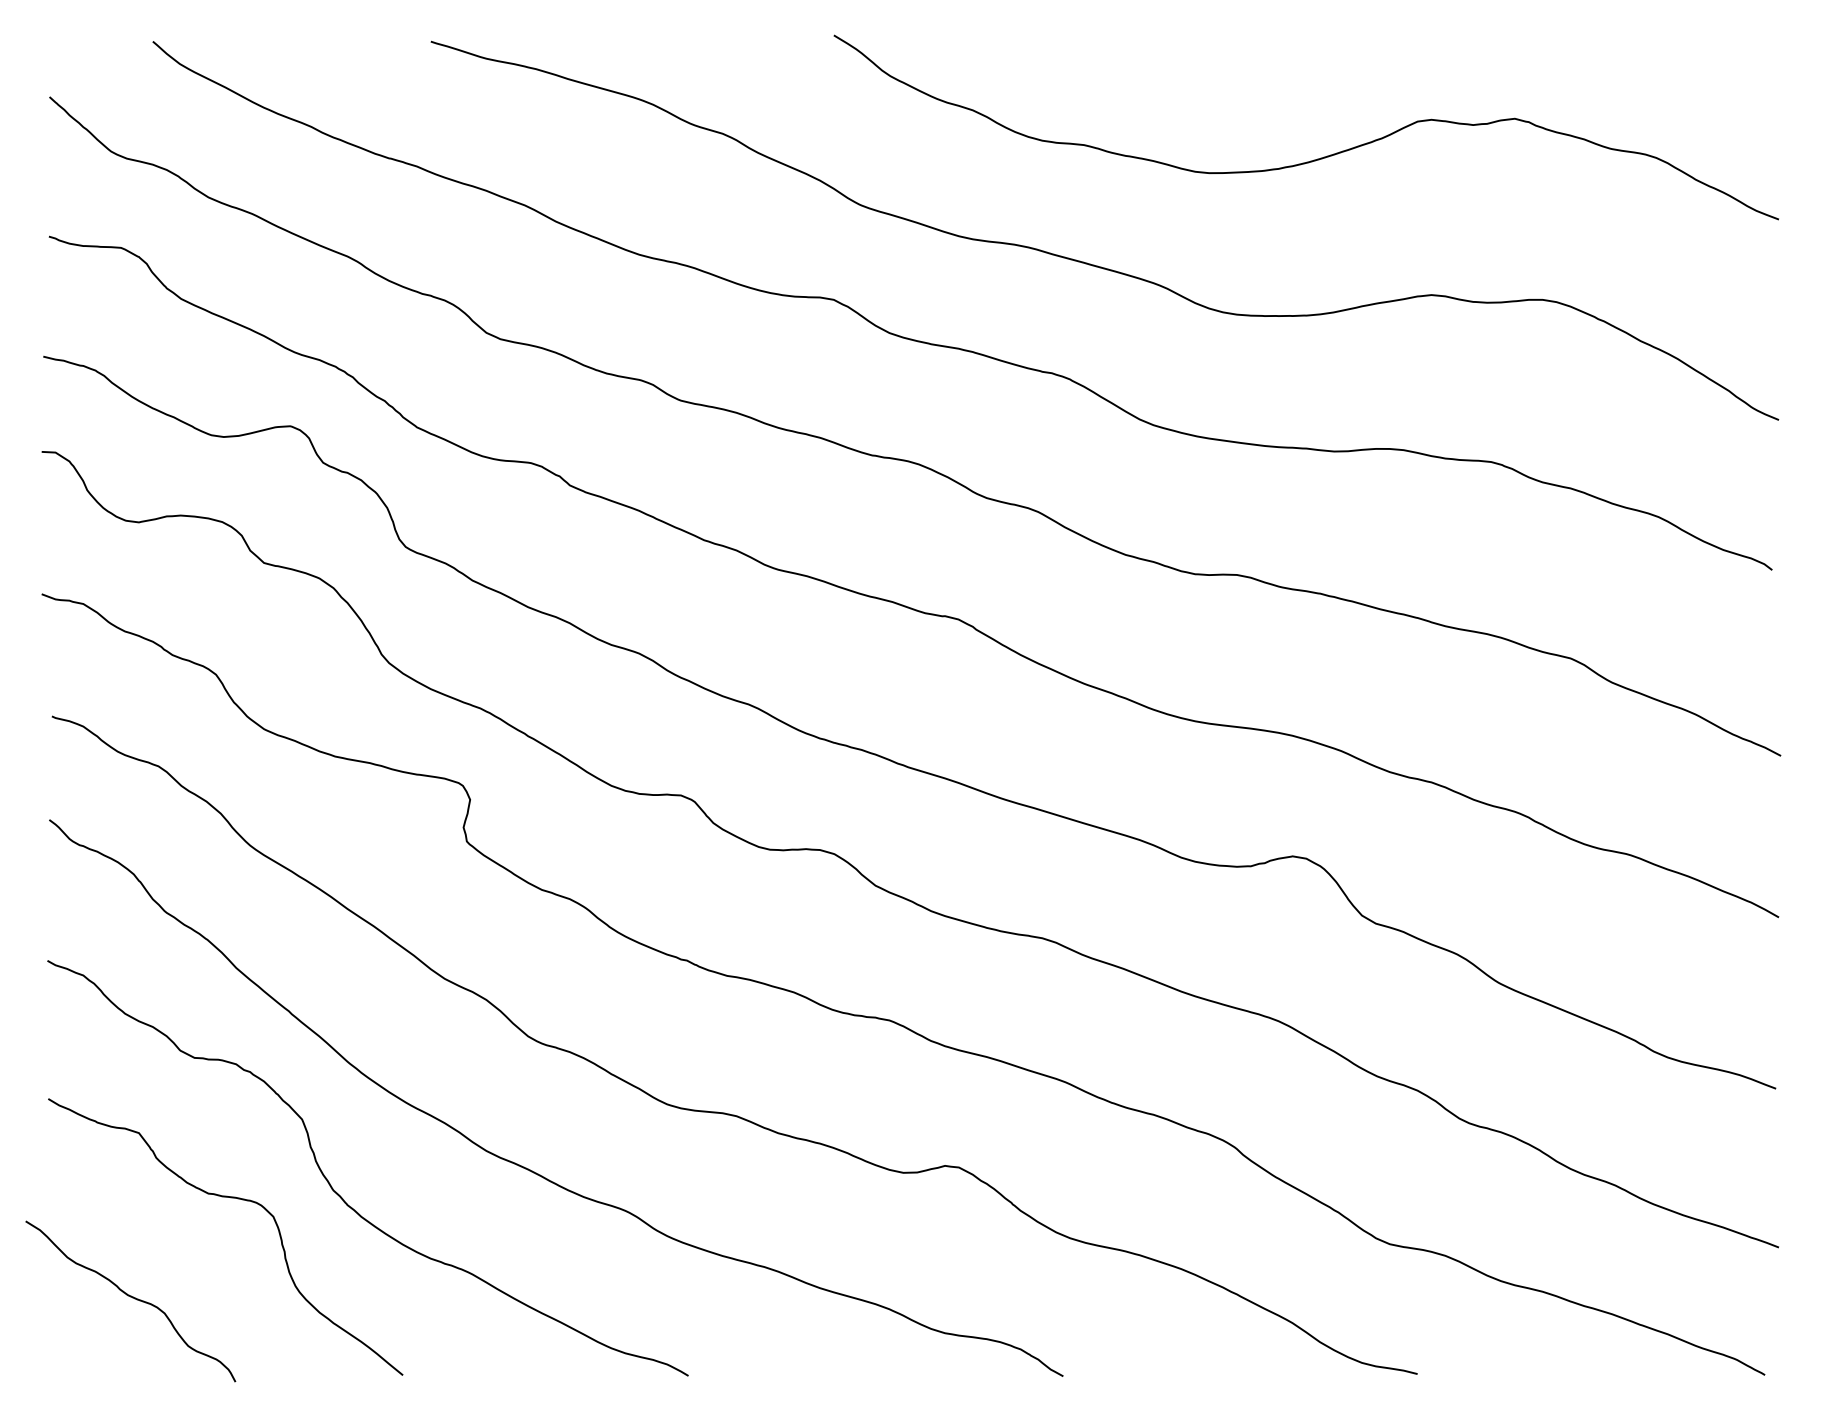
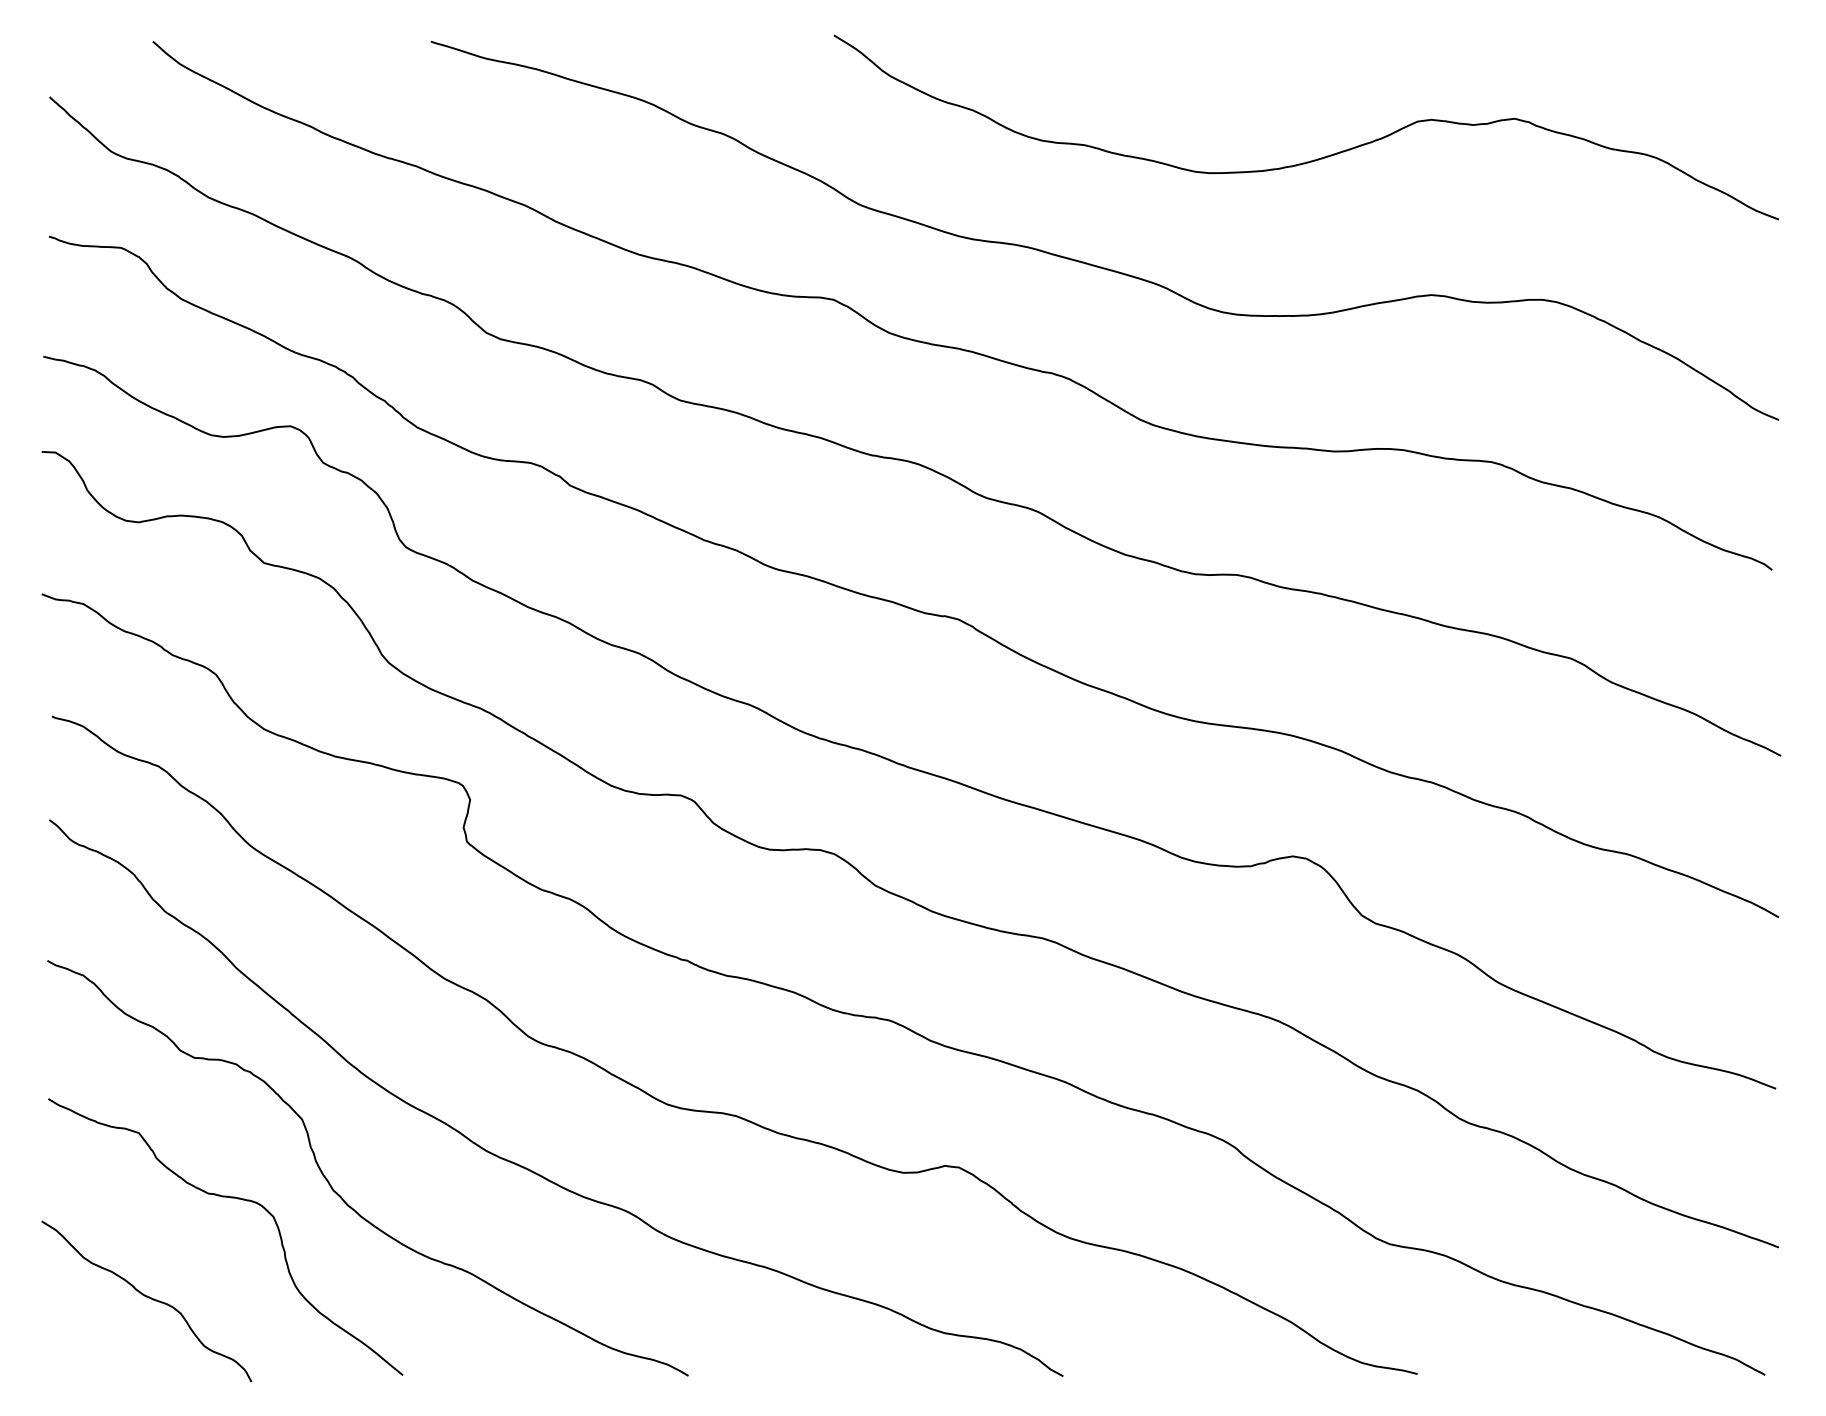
curve at (132, 1298) position: (132, 1298) -> (148, 1298)
